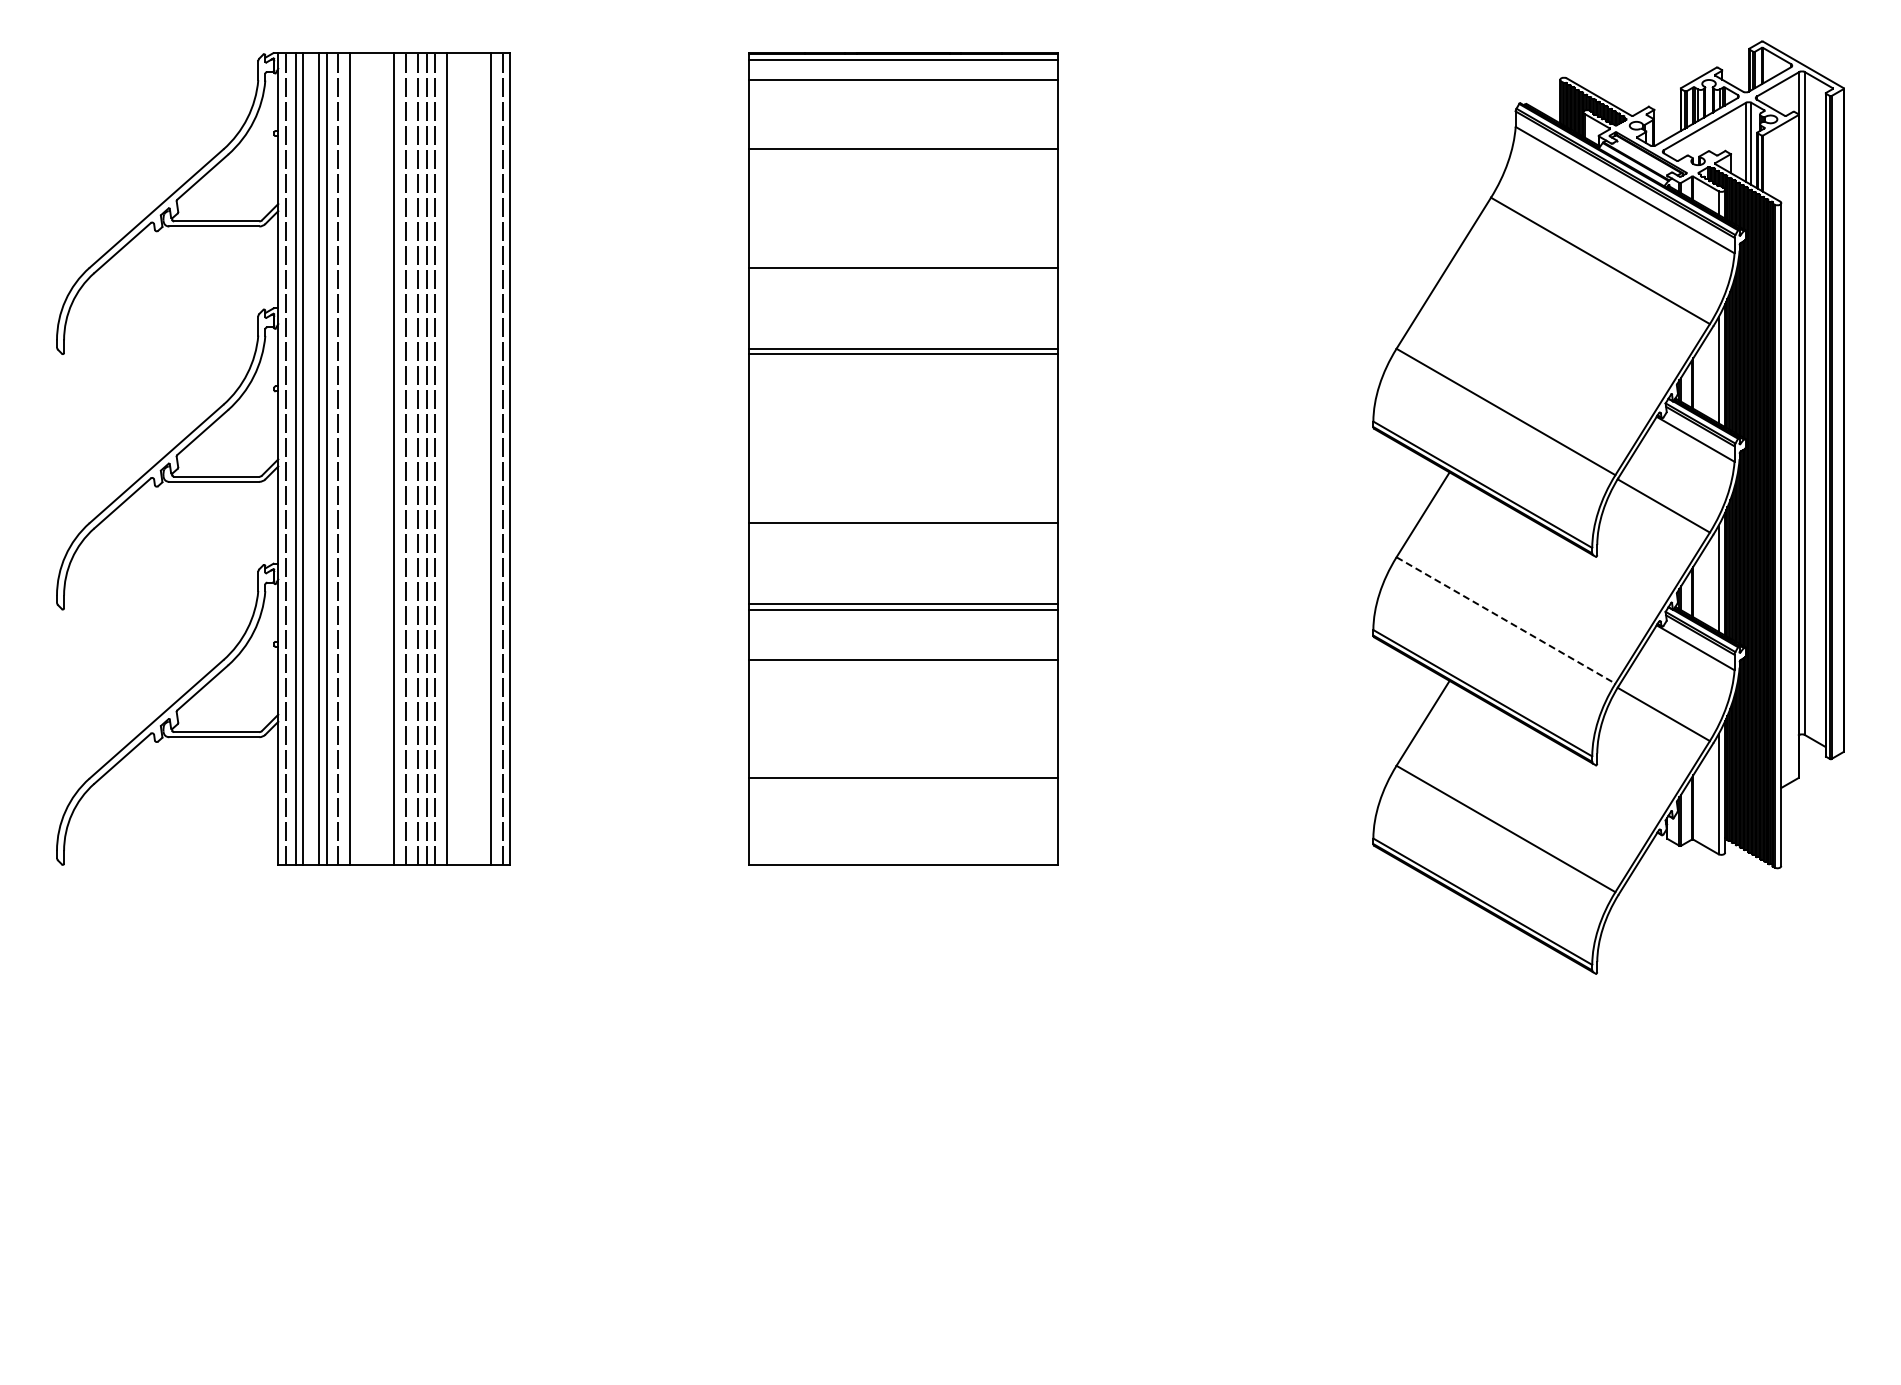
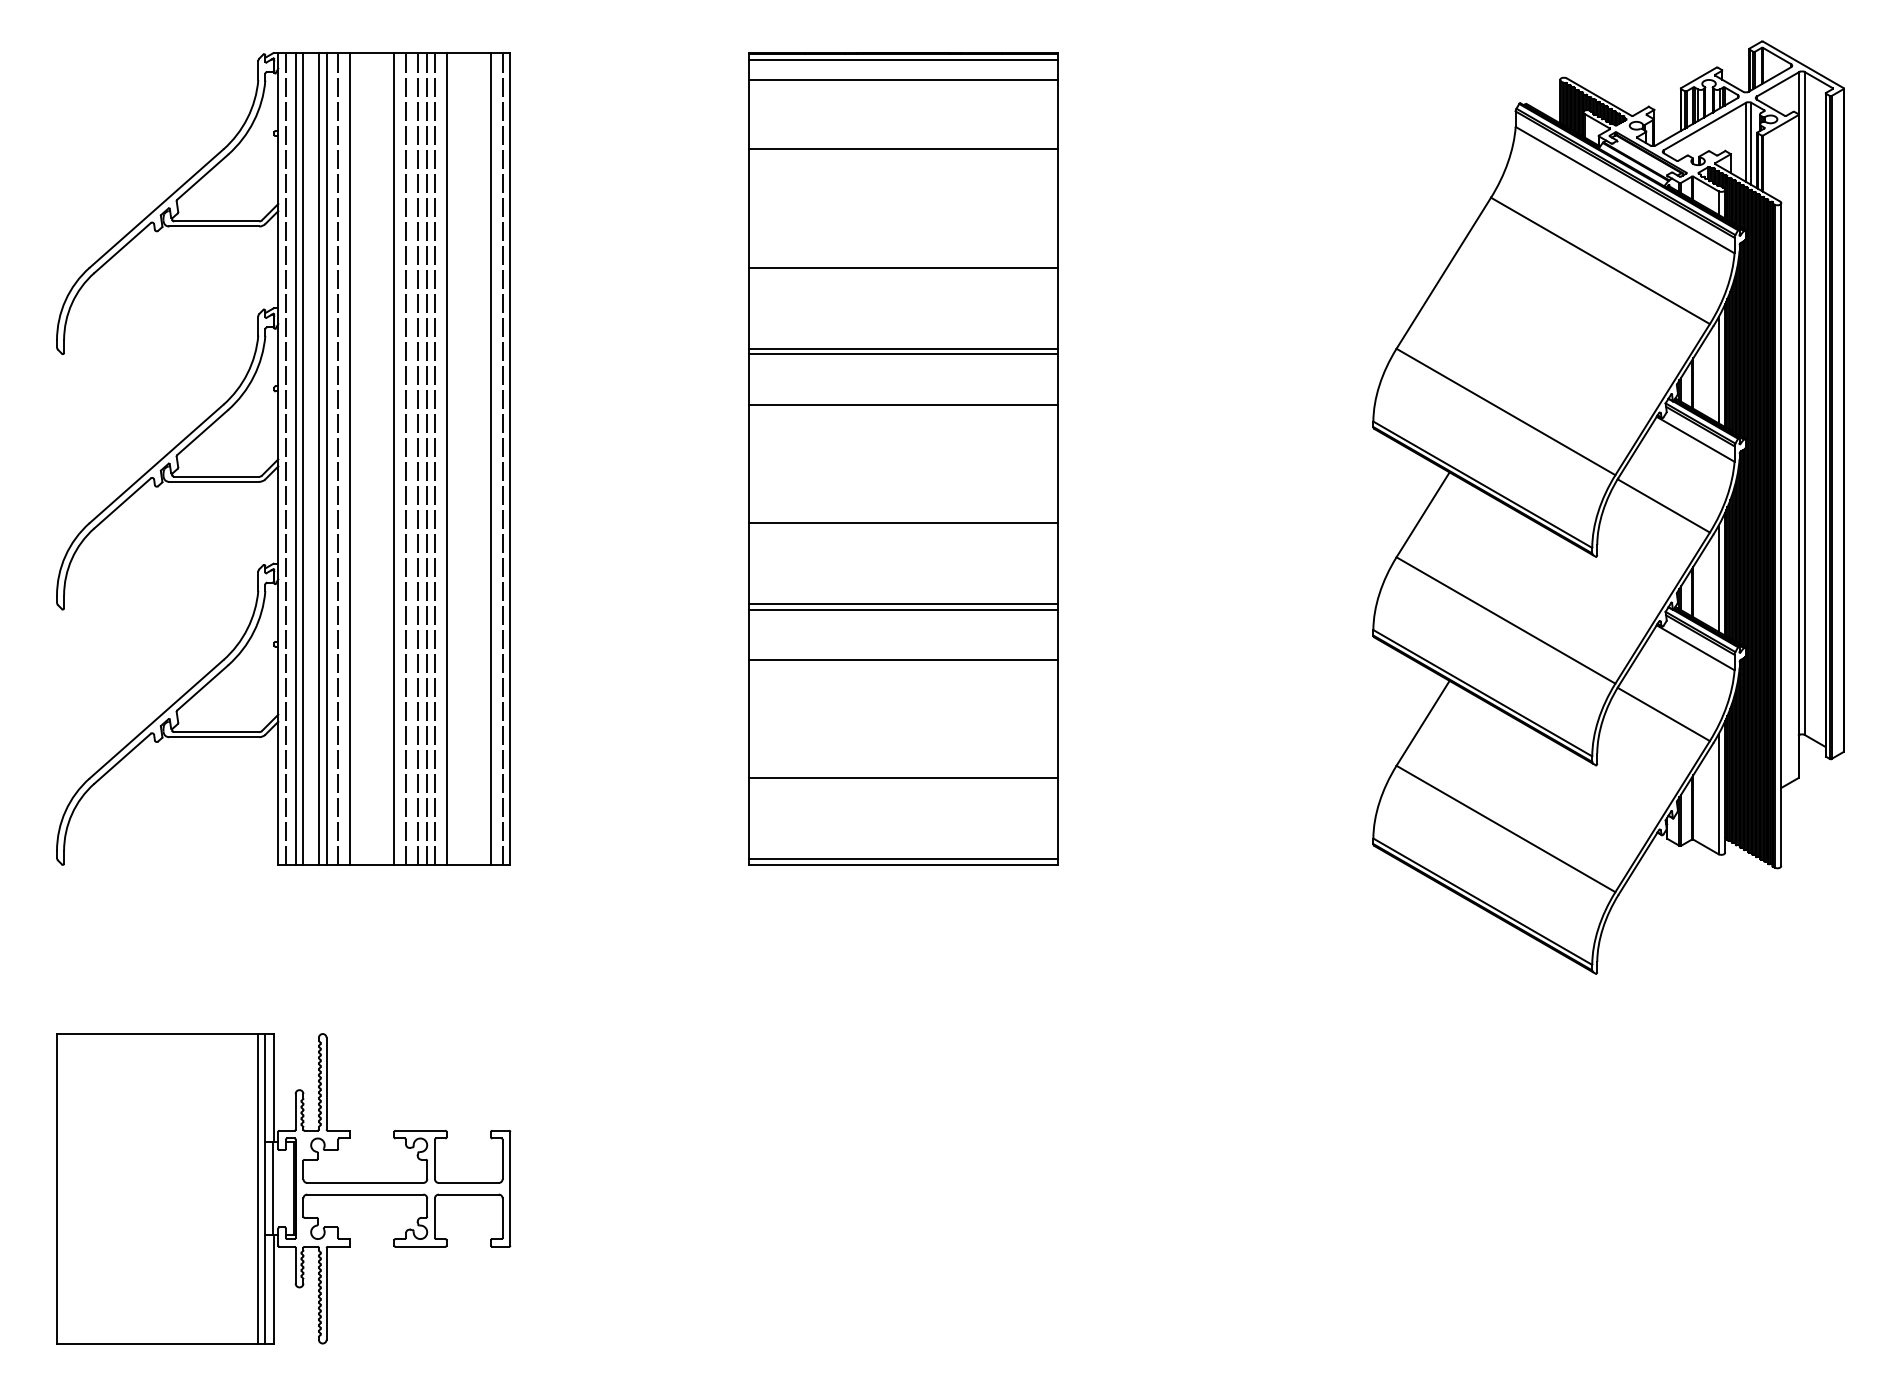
line at (903, 404): none -> present
line at (1506, 620): dashed -> solid
line at (903, 859): none -> present
part at (283, 1188): none -> present
